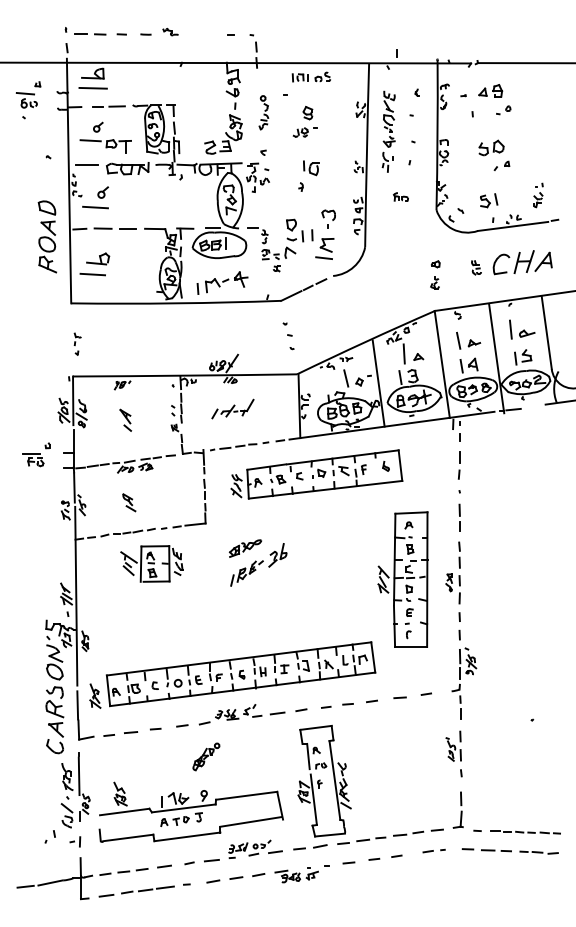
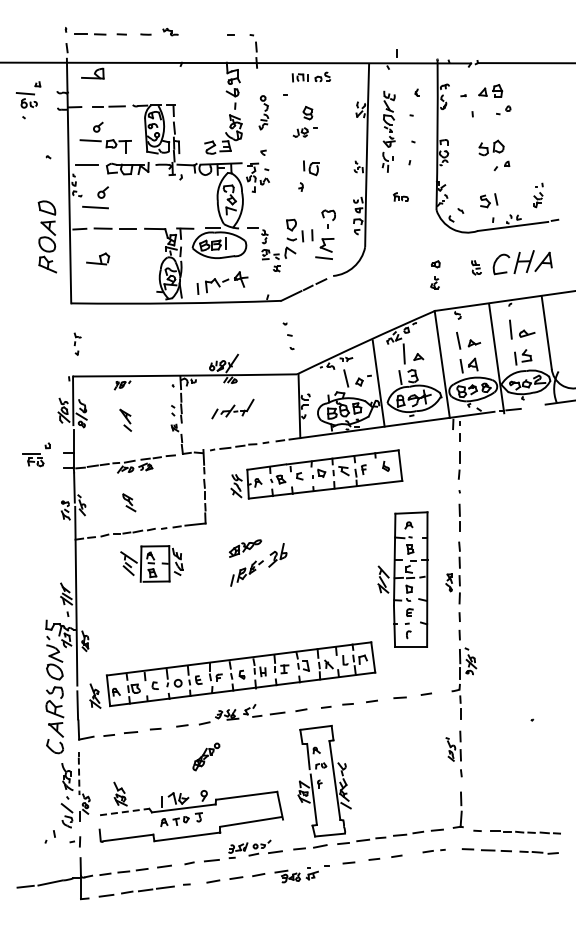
line at (92, 87): present -> none
line at (92, 274): present -> none
line at (79, 776): solid -> dashed
line at (124, 812): solid -> dashed
